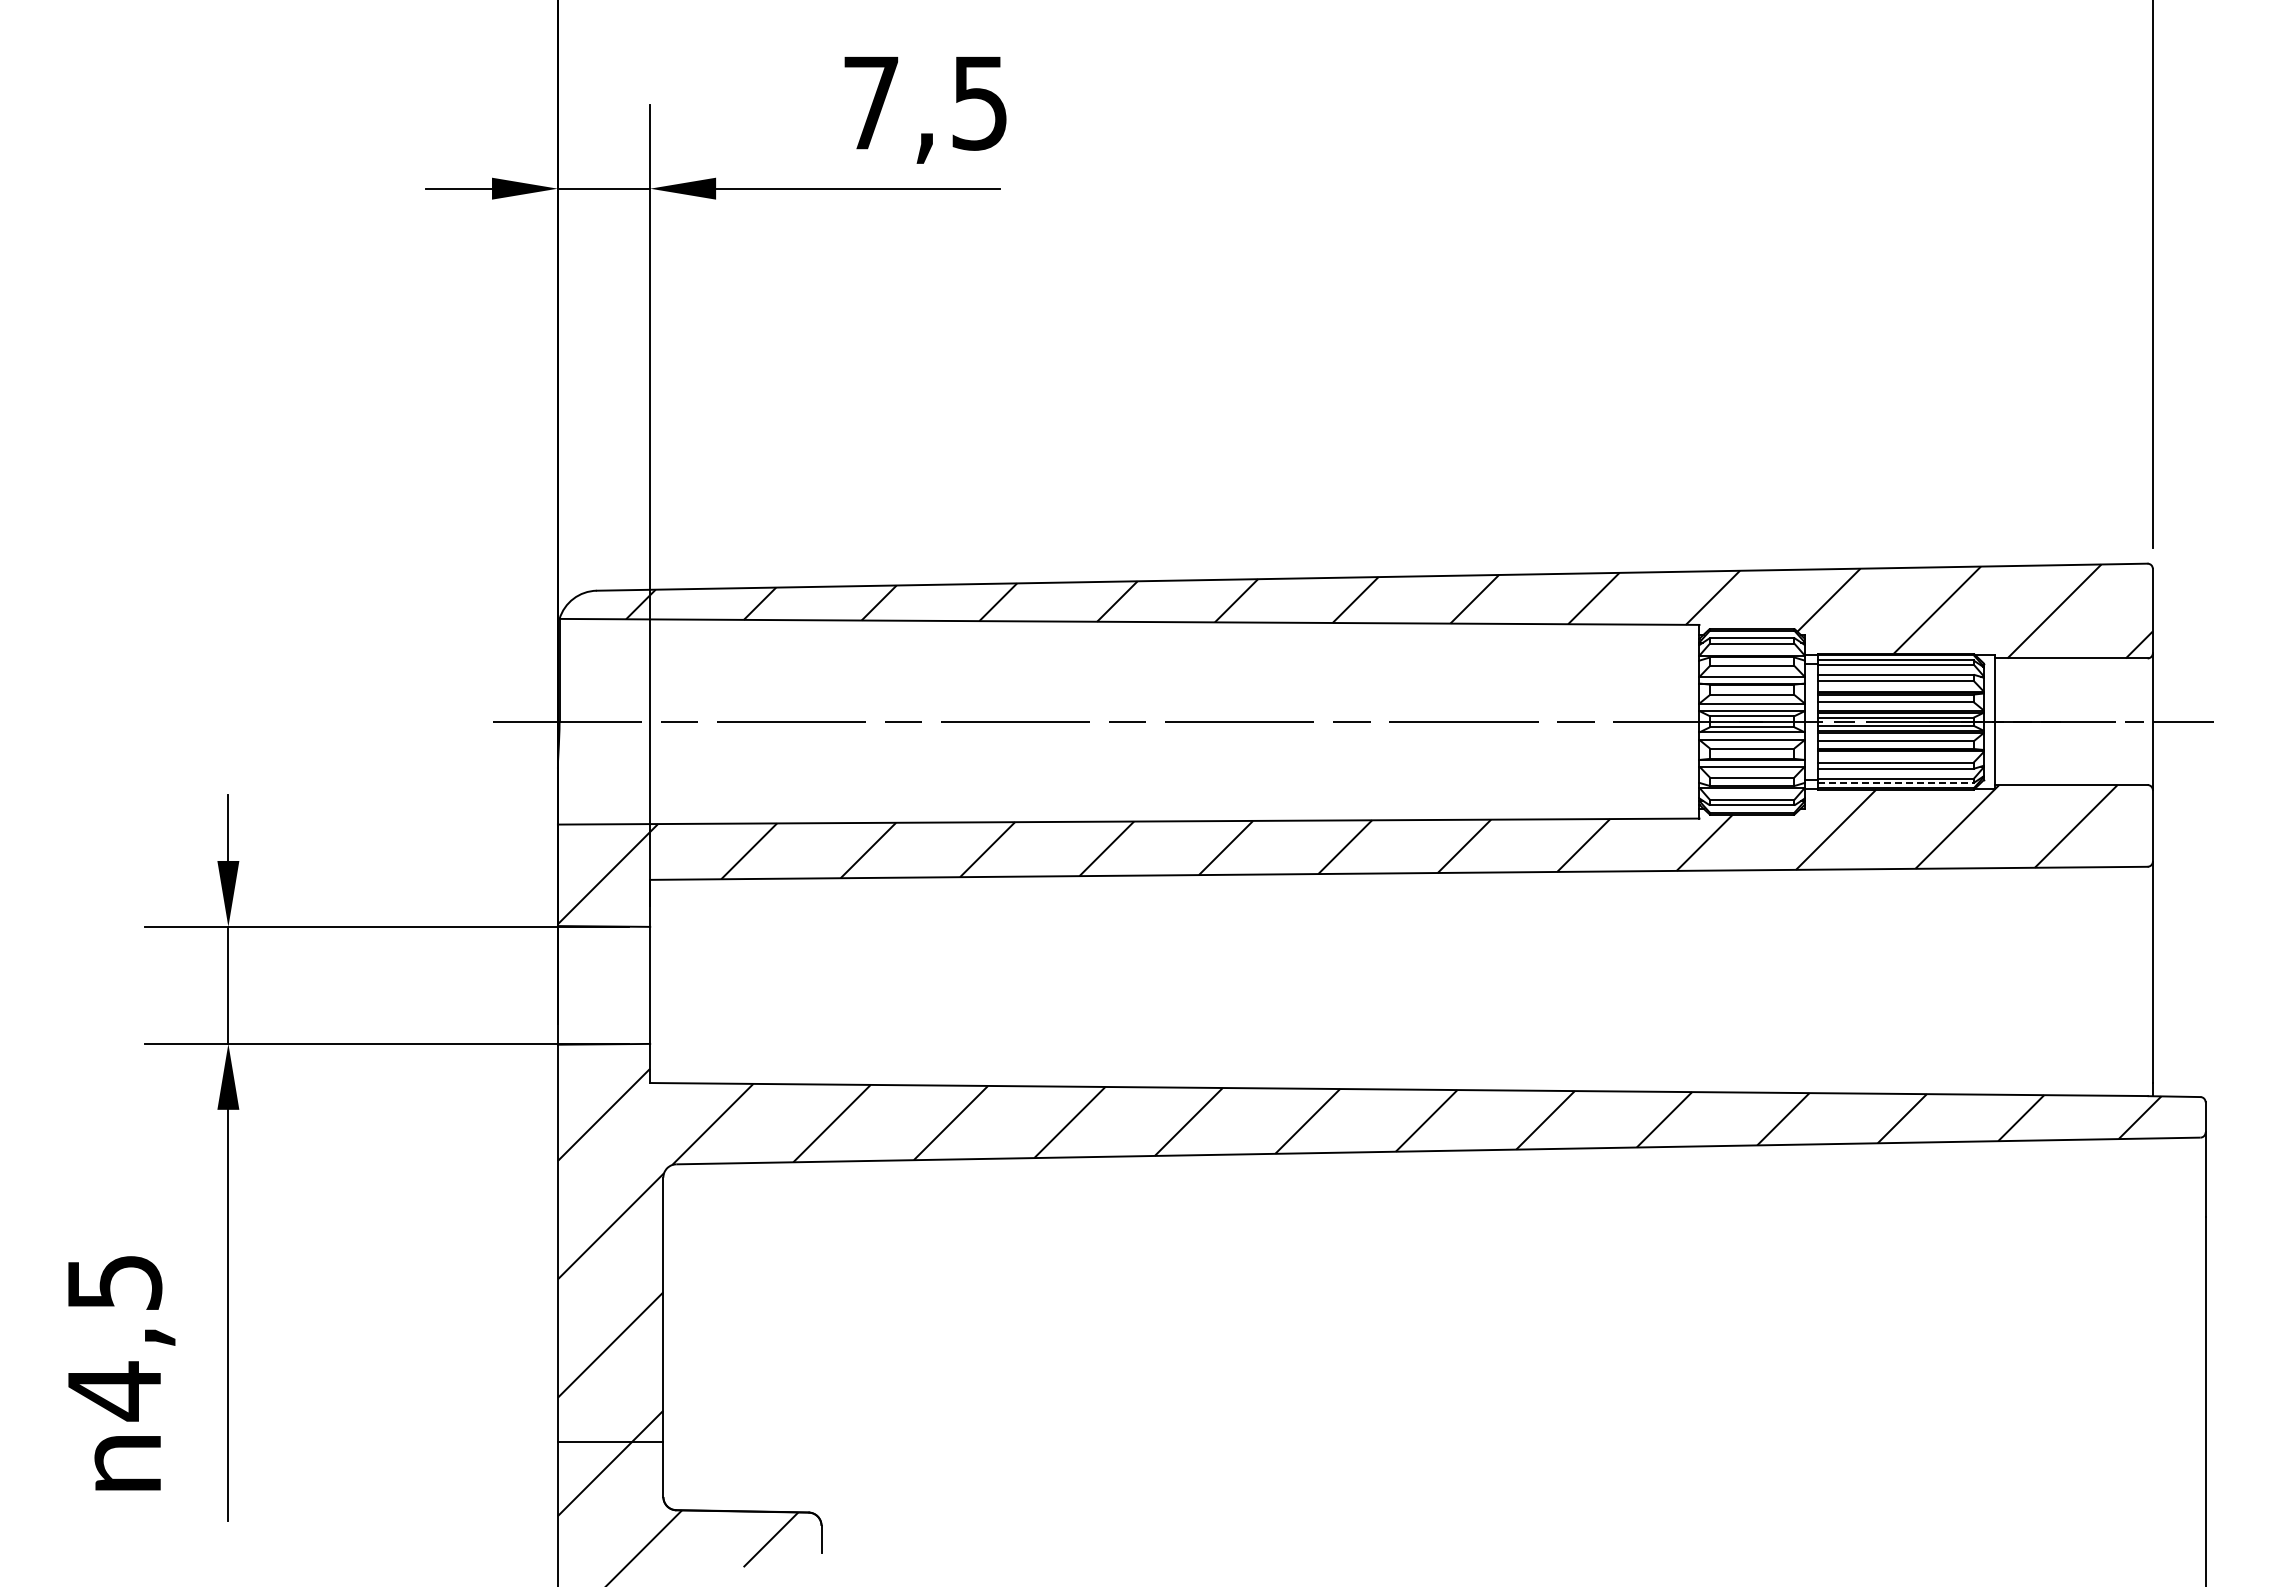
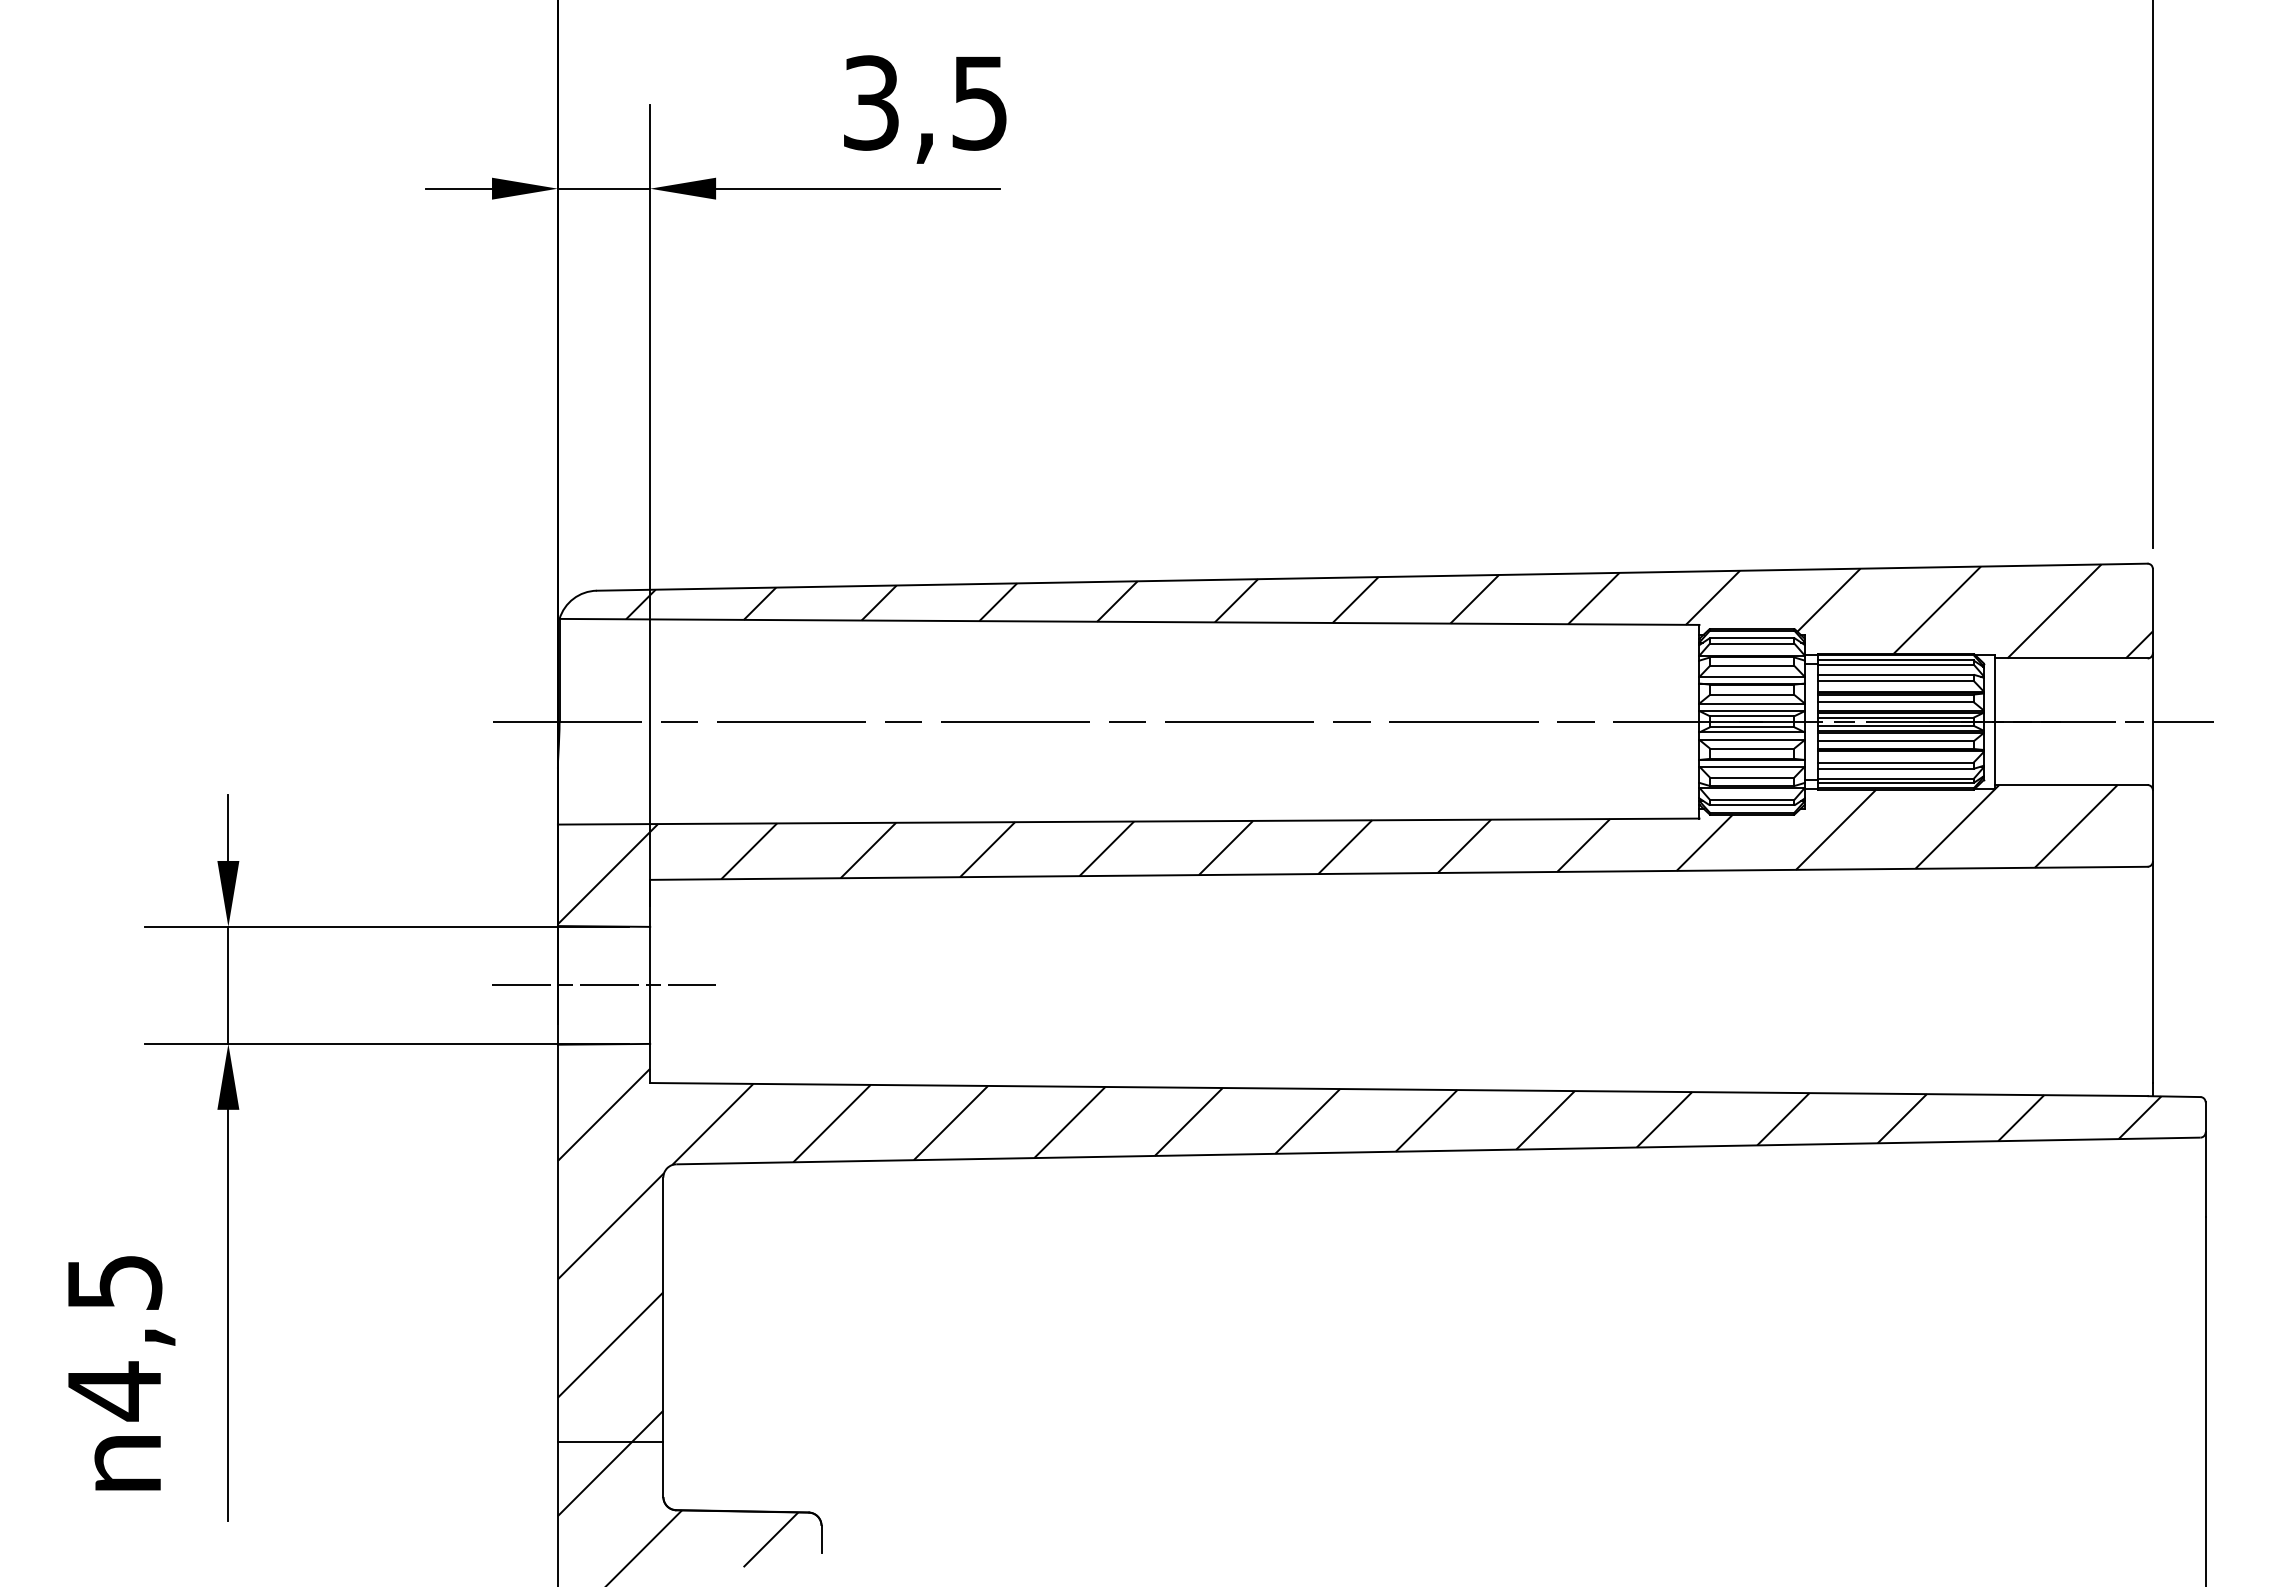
text at (871, 102): 7,5 -> 3,5
line at (1895, 783): dashed -> solid
line at (604, 985): none -> present
